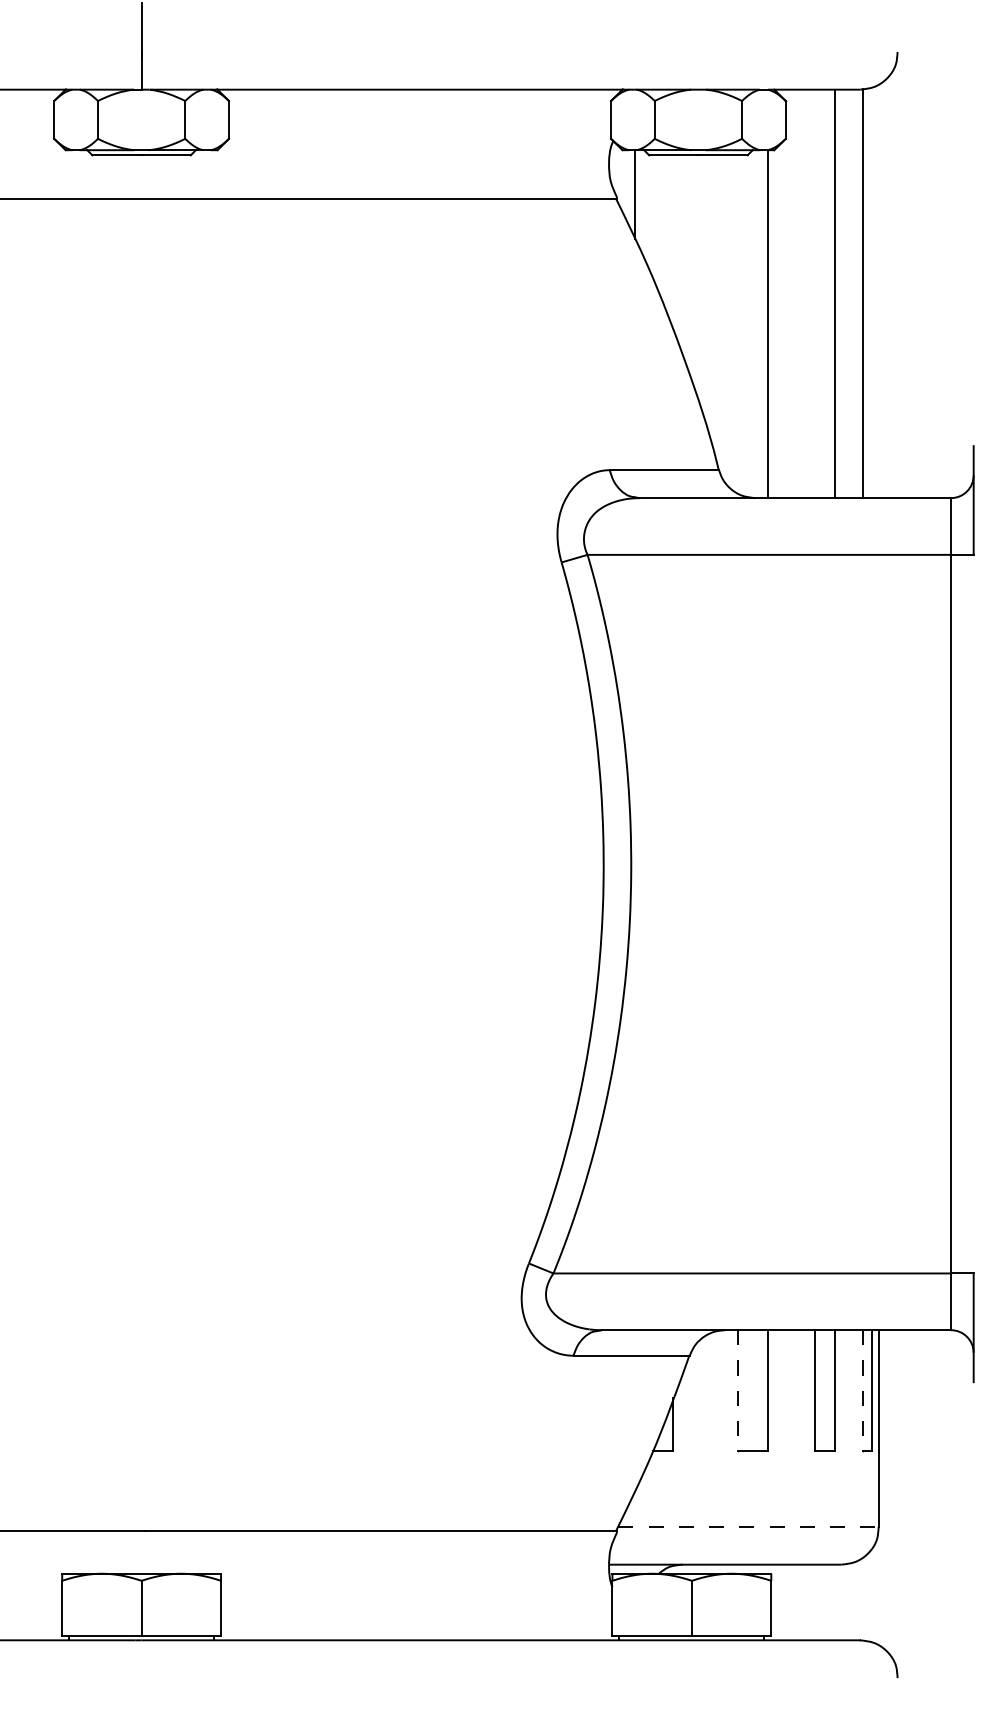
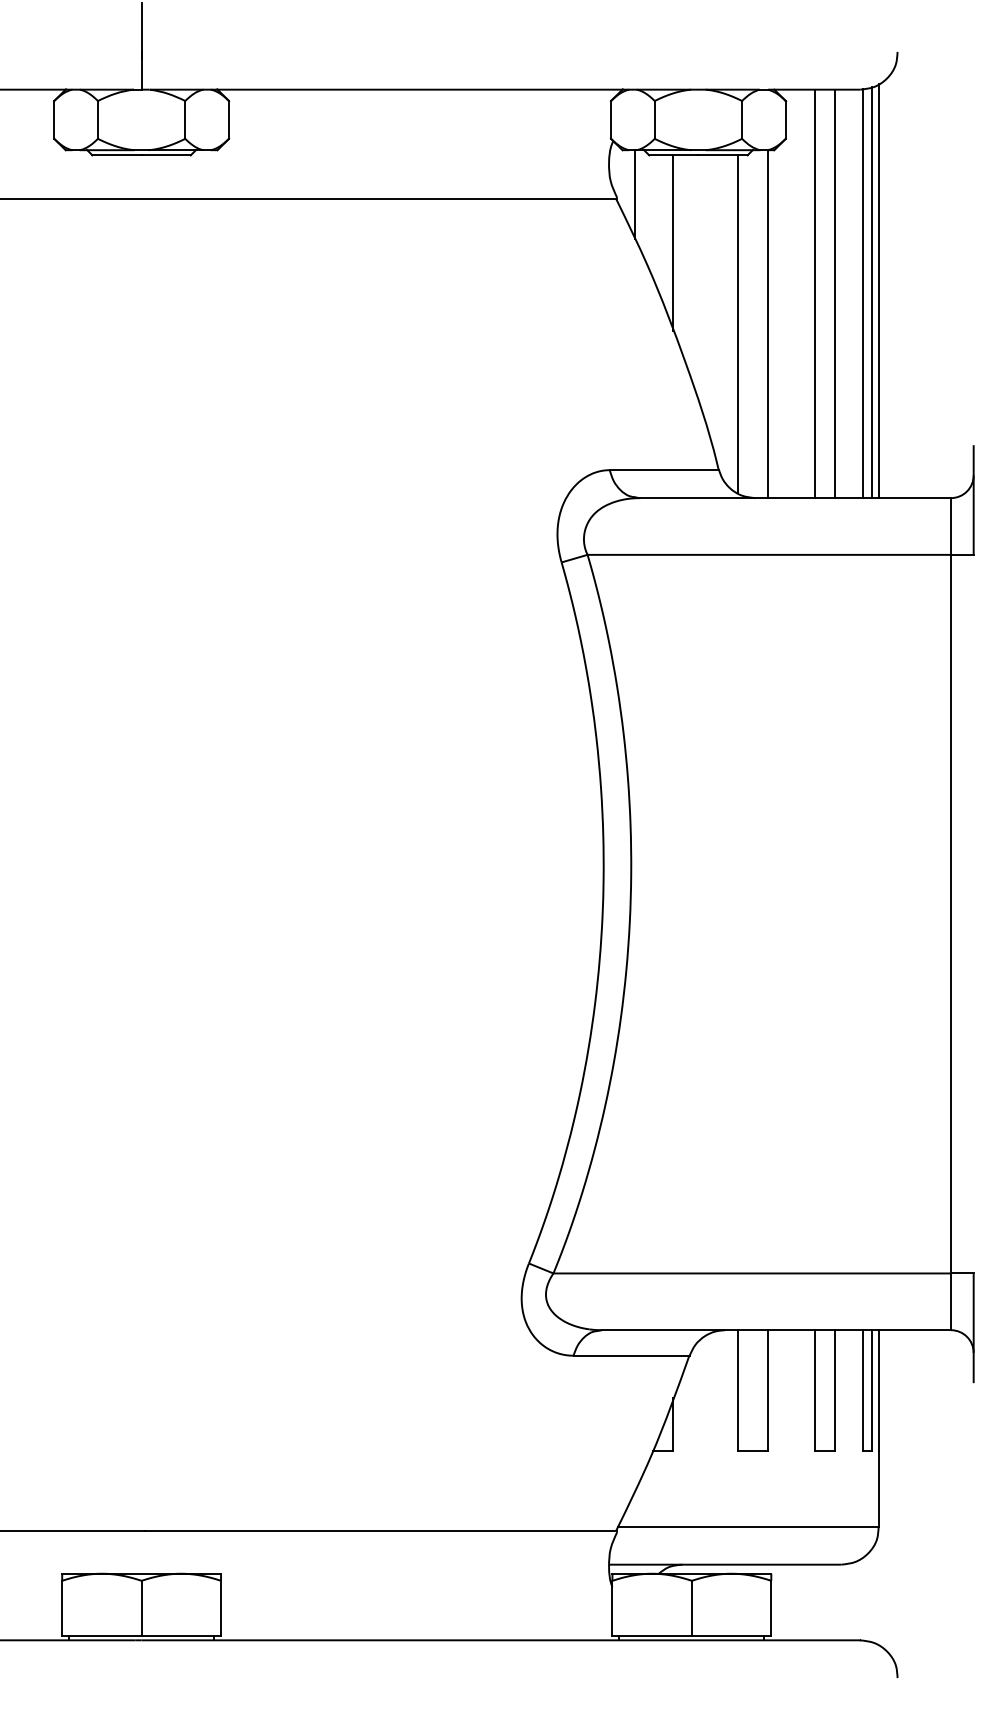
line at (673, 242): none -> present
line at (879, 290): none -> present
line at (872, 292): none -> present
line at (815, 293): none -> present
line at (738, 324): none -> present
line at (738, 1390): dashed -> solid
line at (863, 1390): dashed -> solid
line at (749, 1526): dashed -> solid
